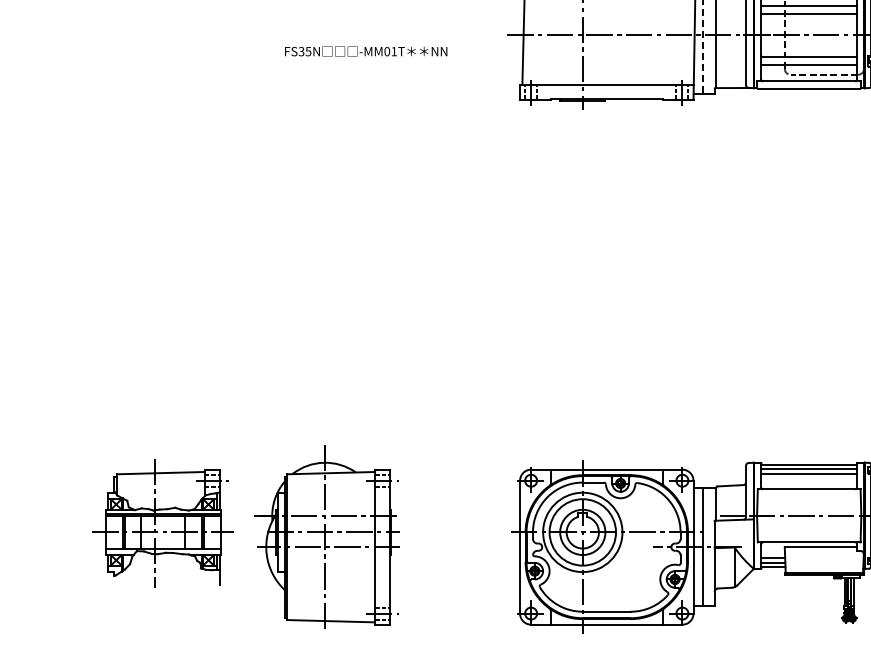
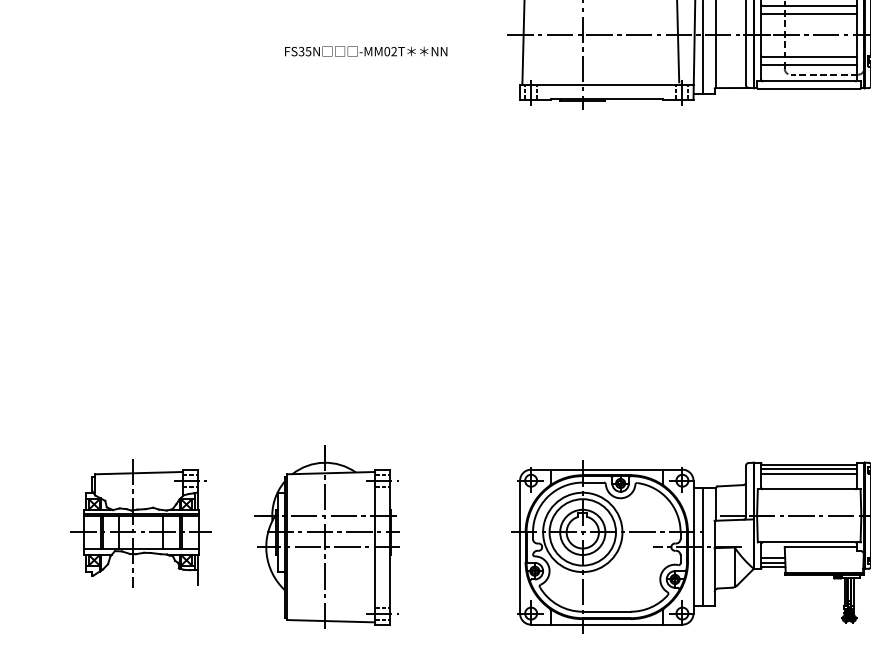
line at (678, 42): none -> present
line at (703, 47): dashed -> solid
text at (394, 51): -MM01T -> -MM02T
part at (162, 523) position: (162, 523) -> (140, 523)
